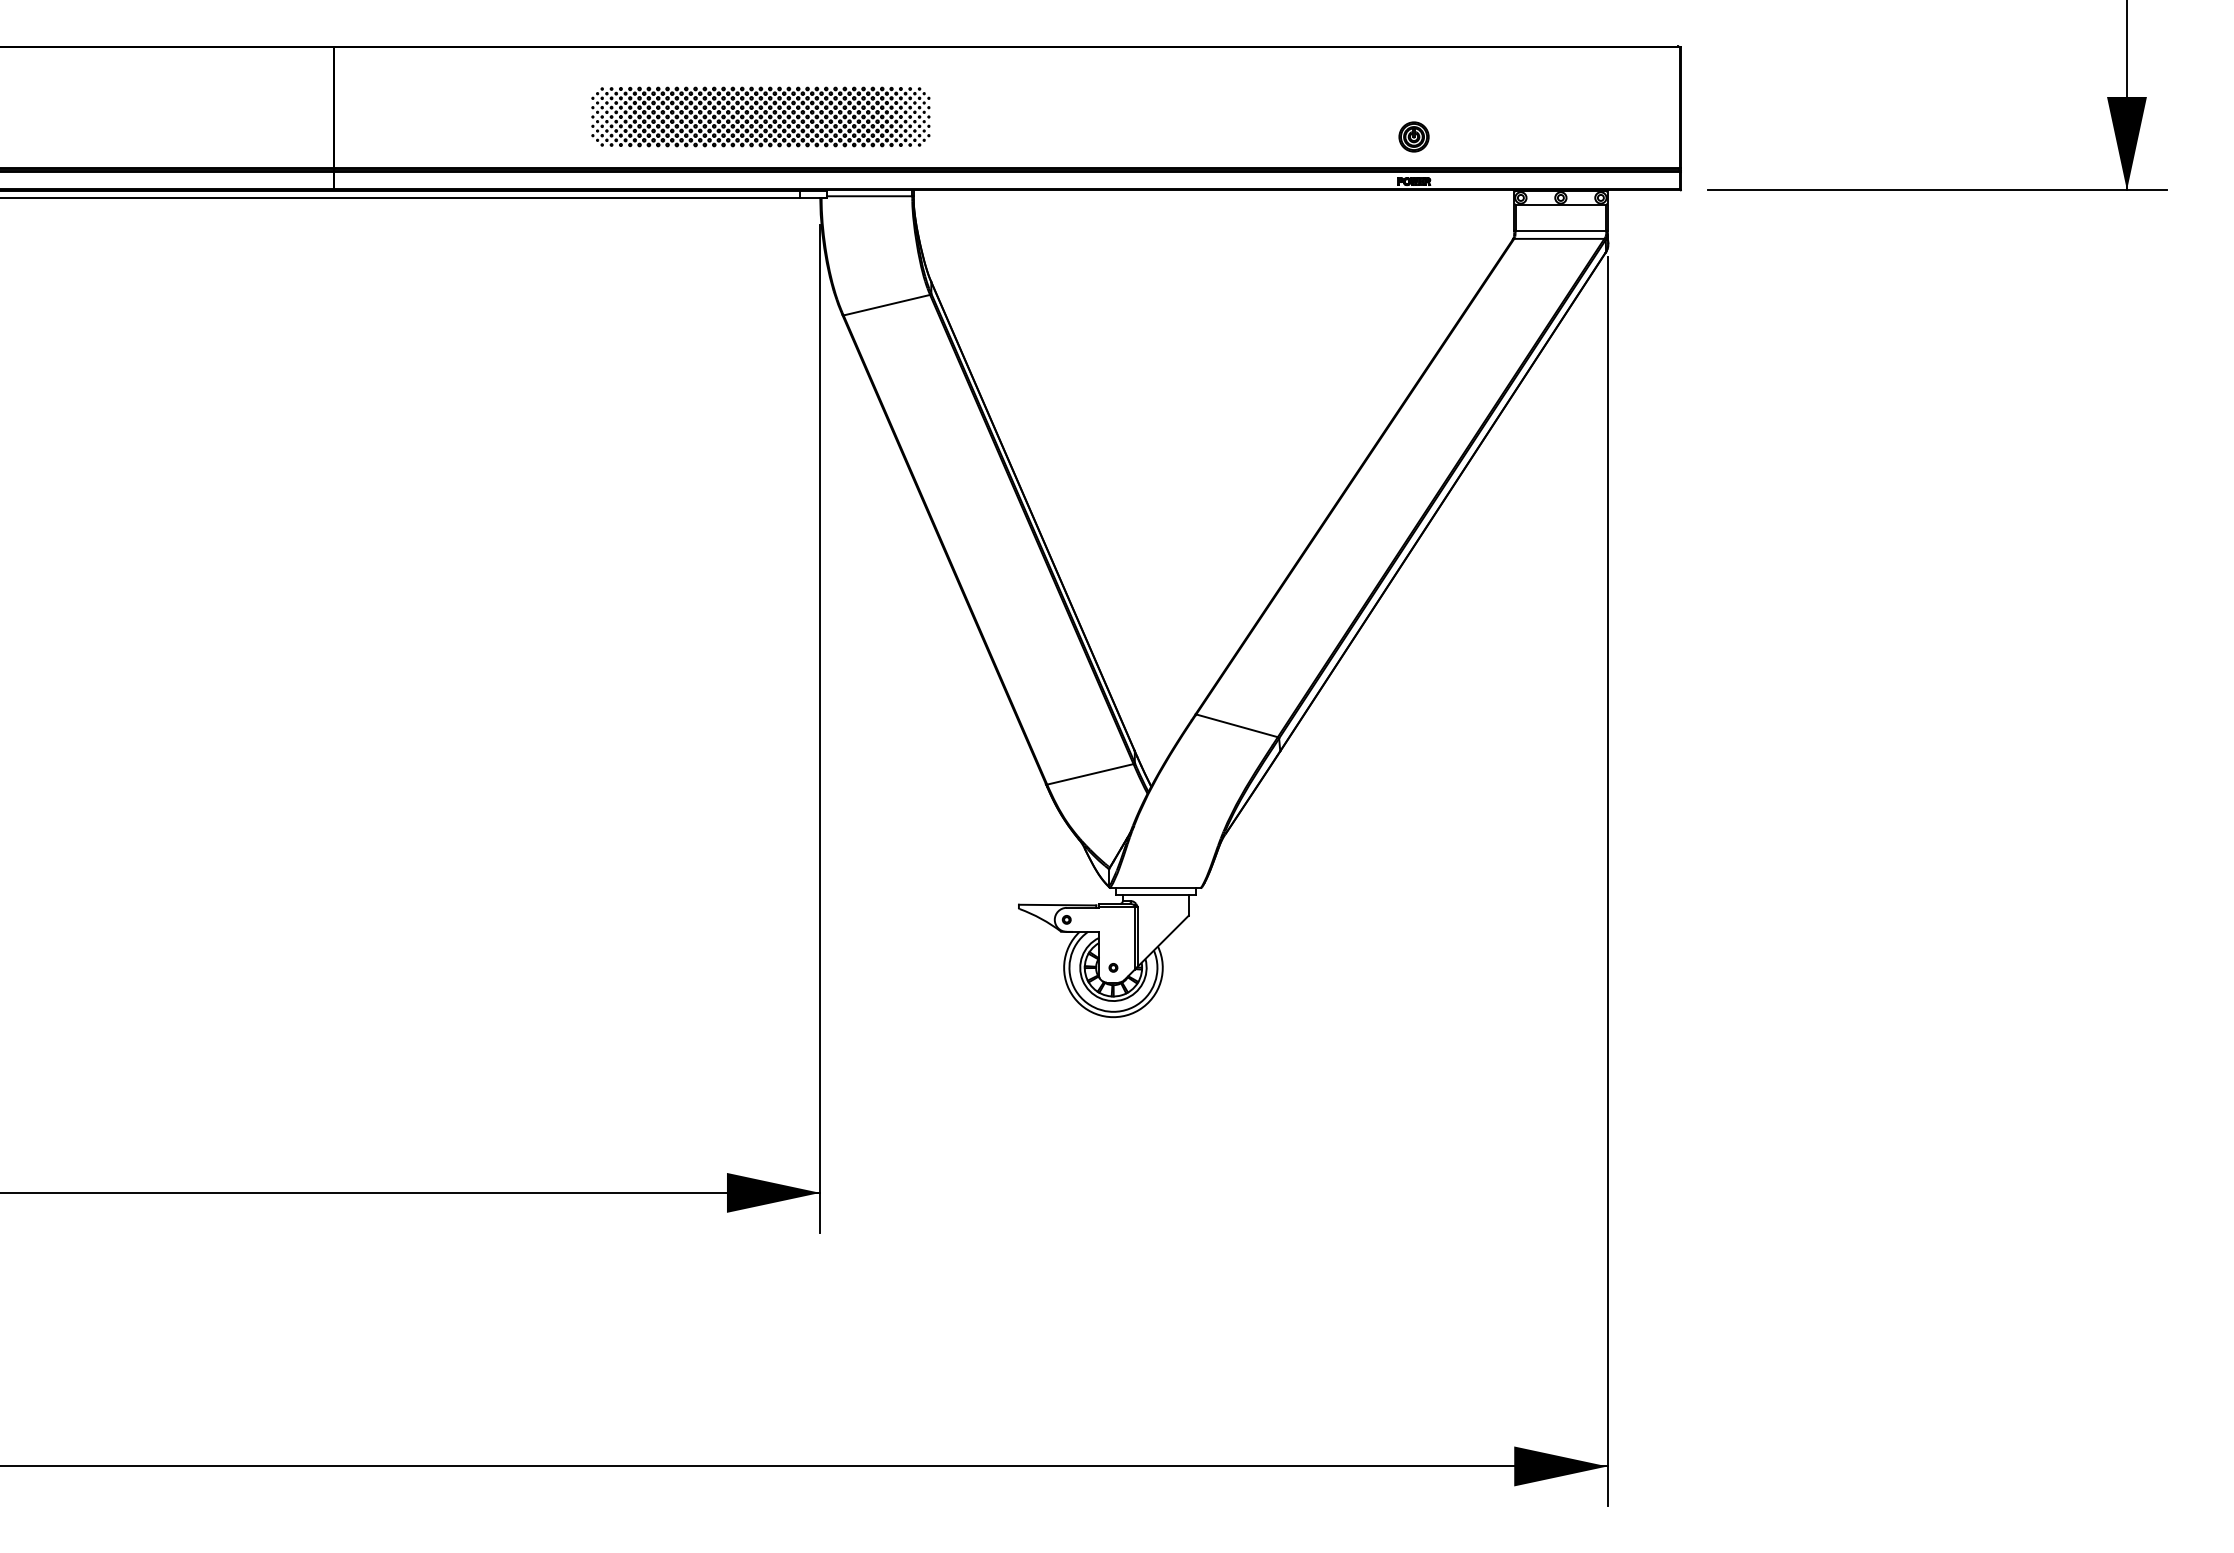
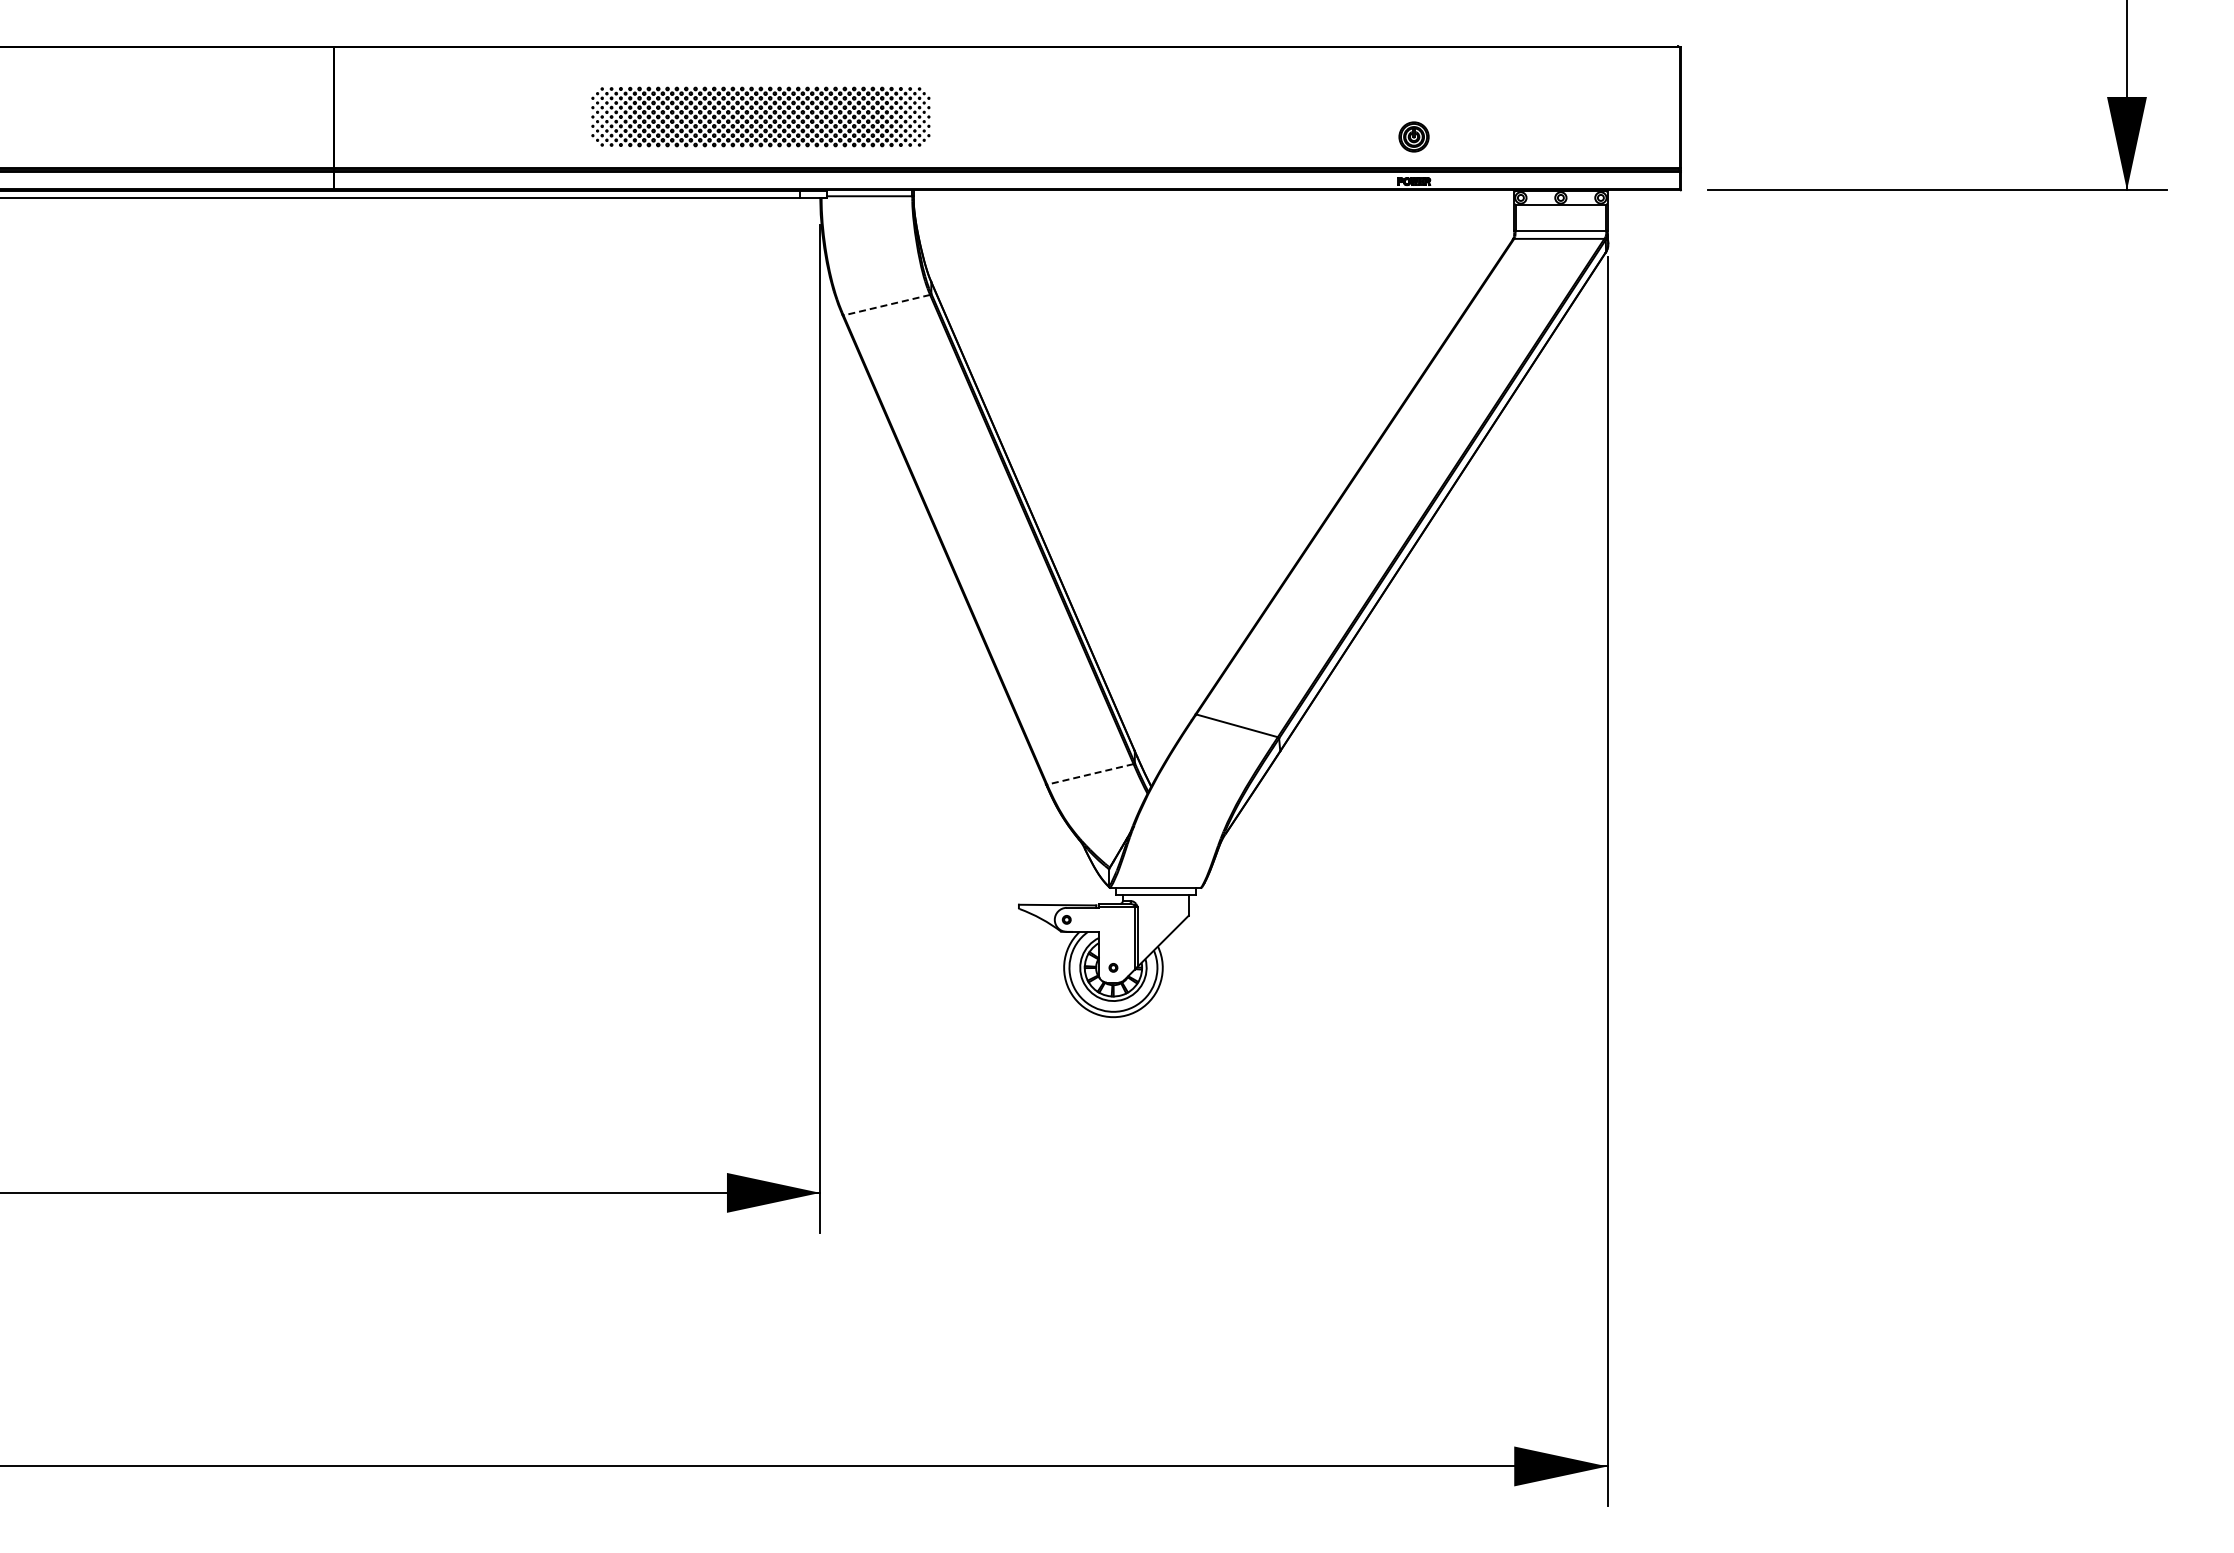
line at (886, 305): solid -> dashed
line at (1089, 774): solid -> dashed
